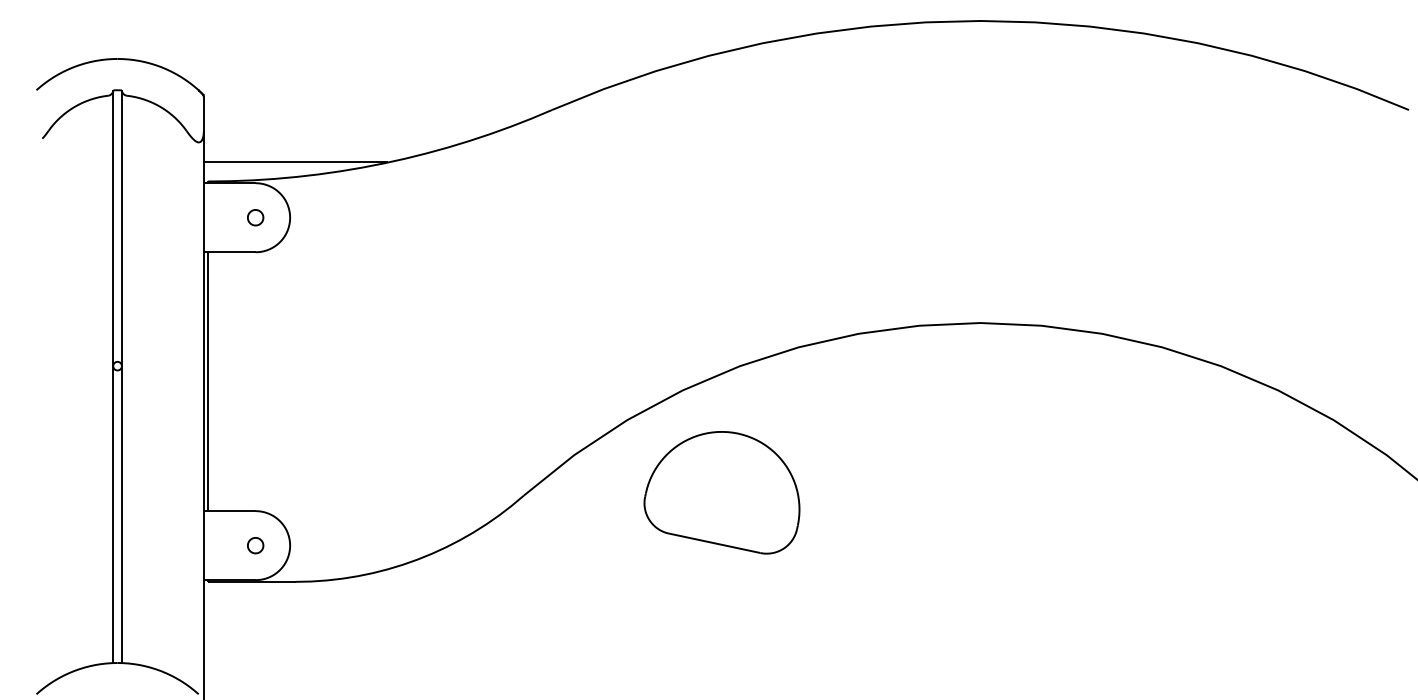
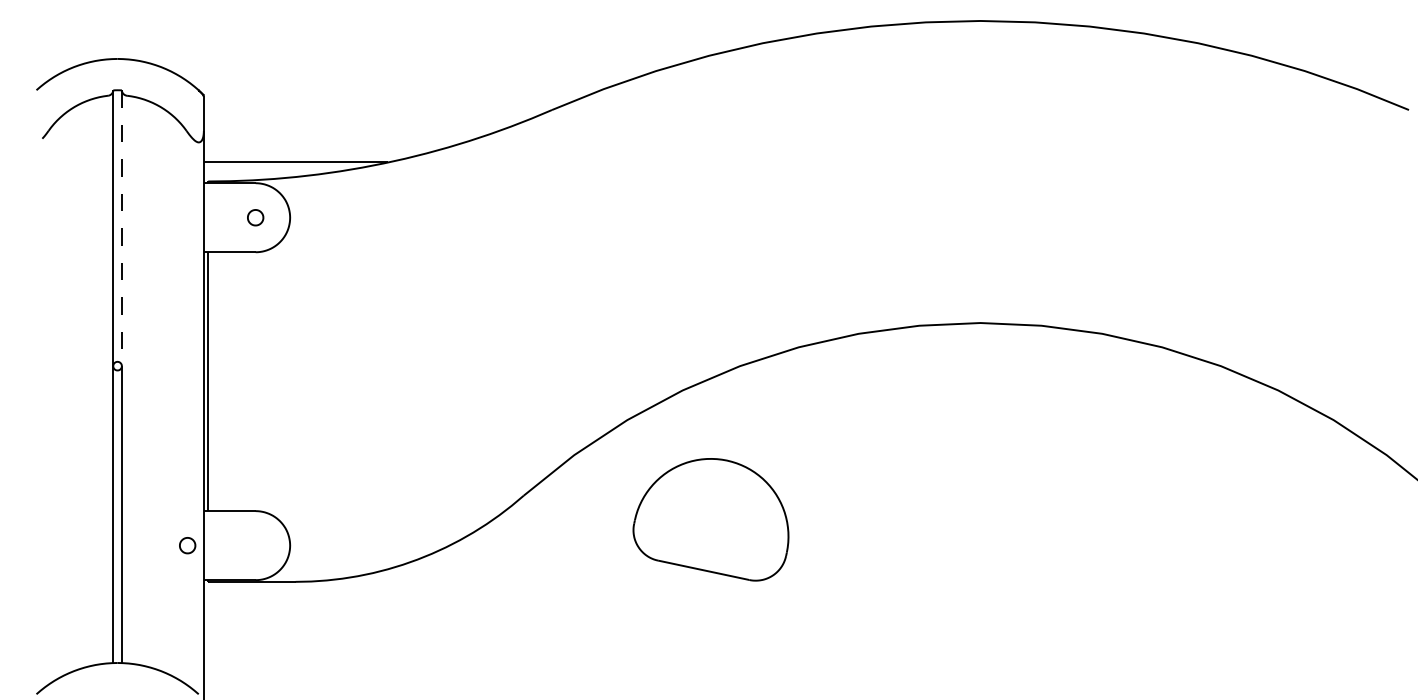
line at (121, 228): solid -> dashed
part at (721, 492) position: (721, 492) -> (710, 519)
part at (255, 545) position: (255, 545) -> (187, 545)
